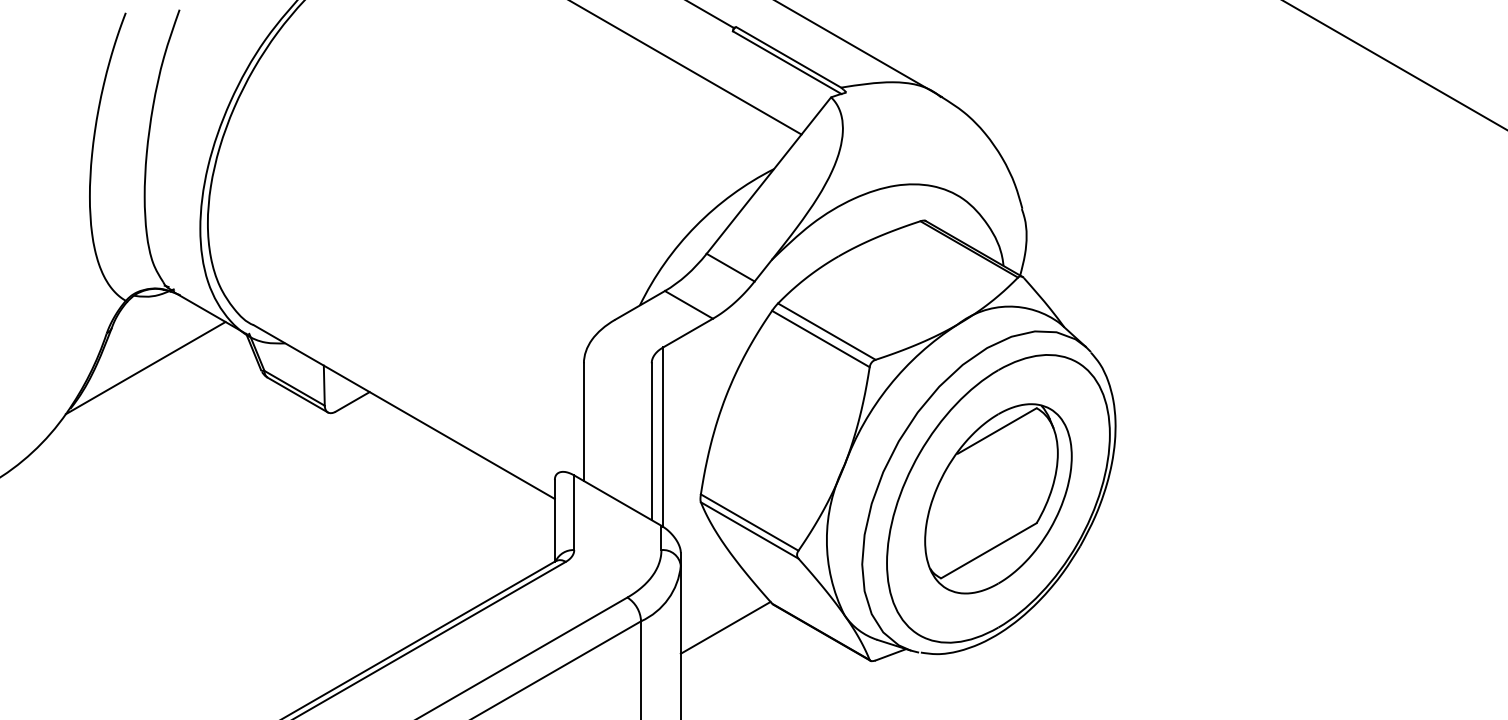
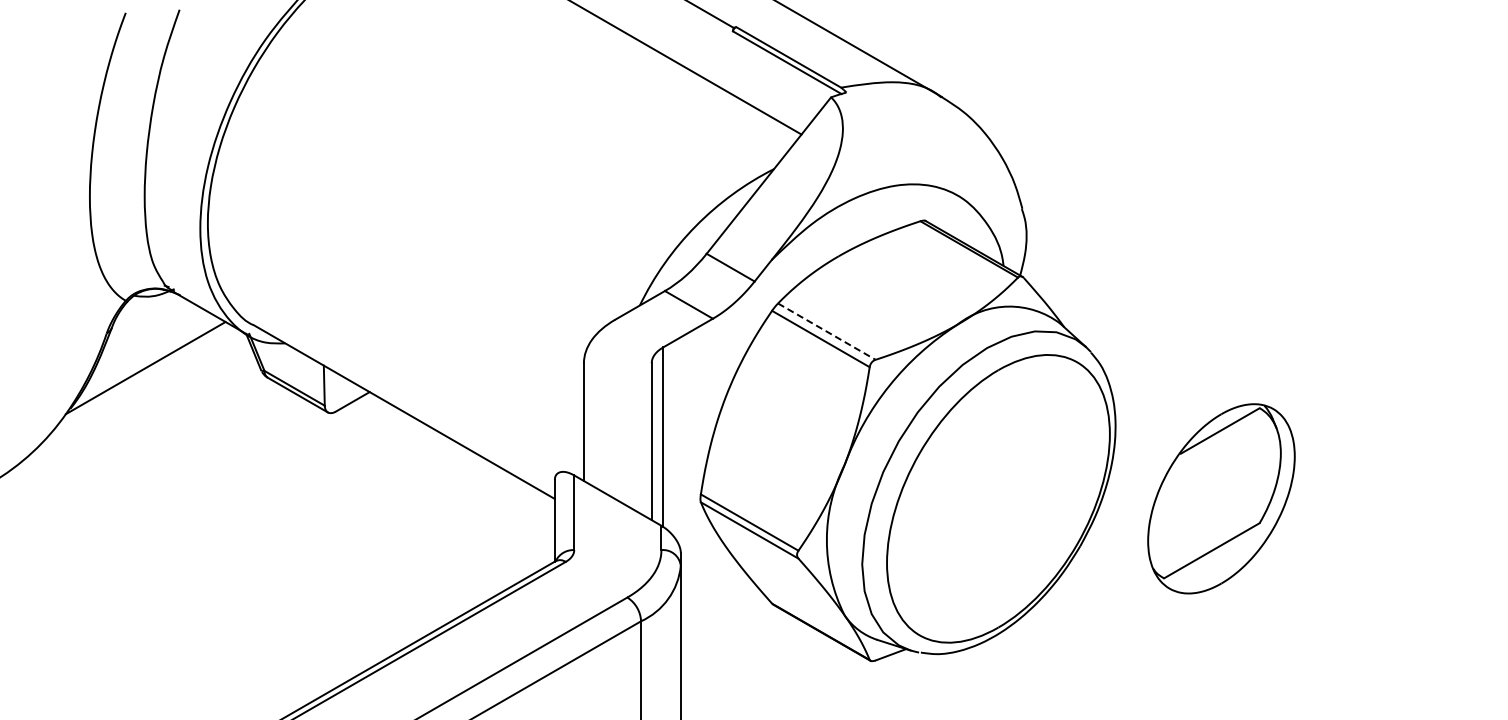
line at (1394, 65): present -> none
line at (827, 331): solid -> dashed
part at (998, 498) position: (998, 498) -> (1221, 498)
line at (725, 627): present -> none
